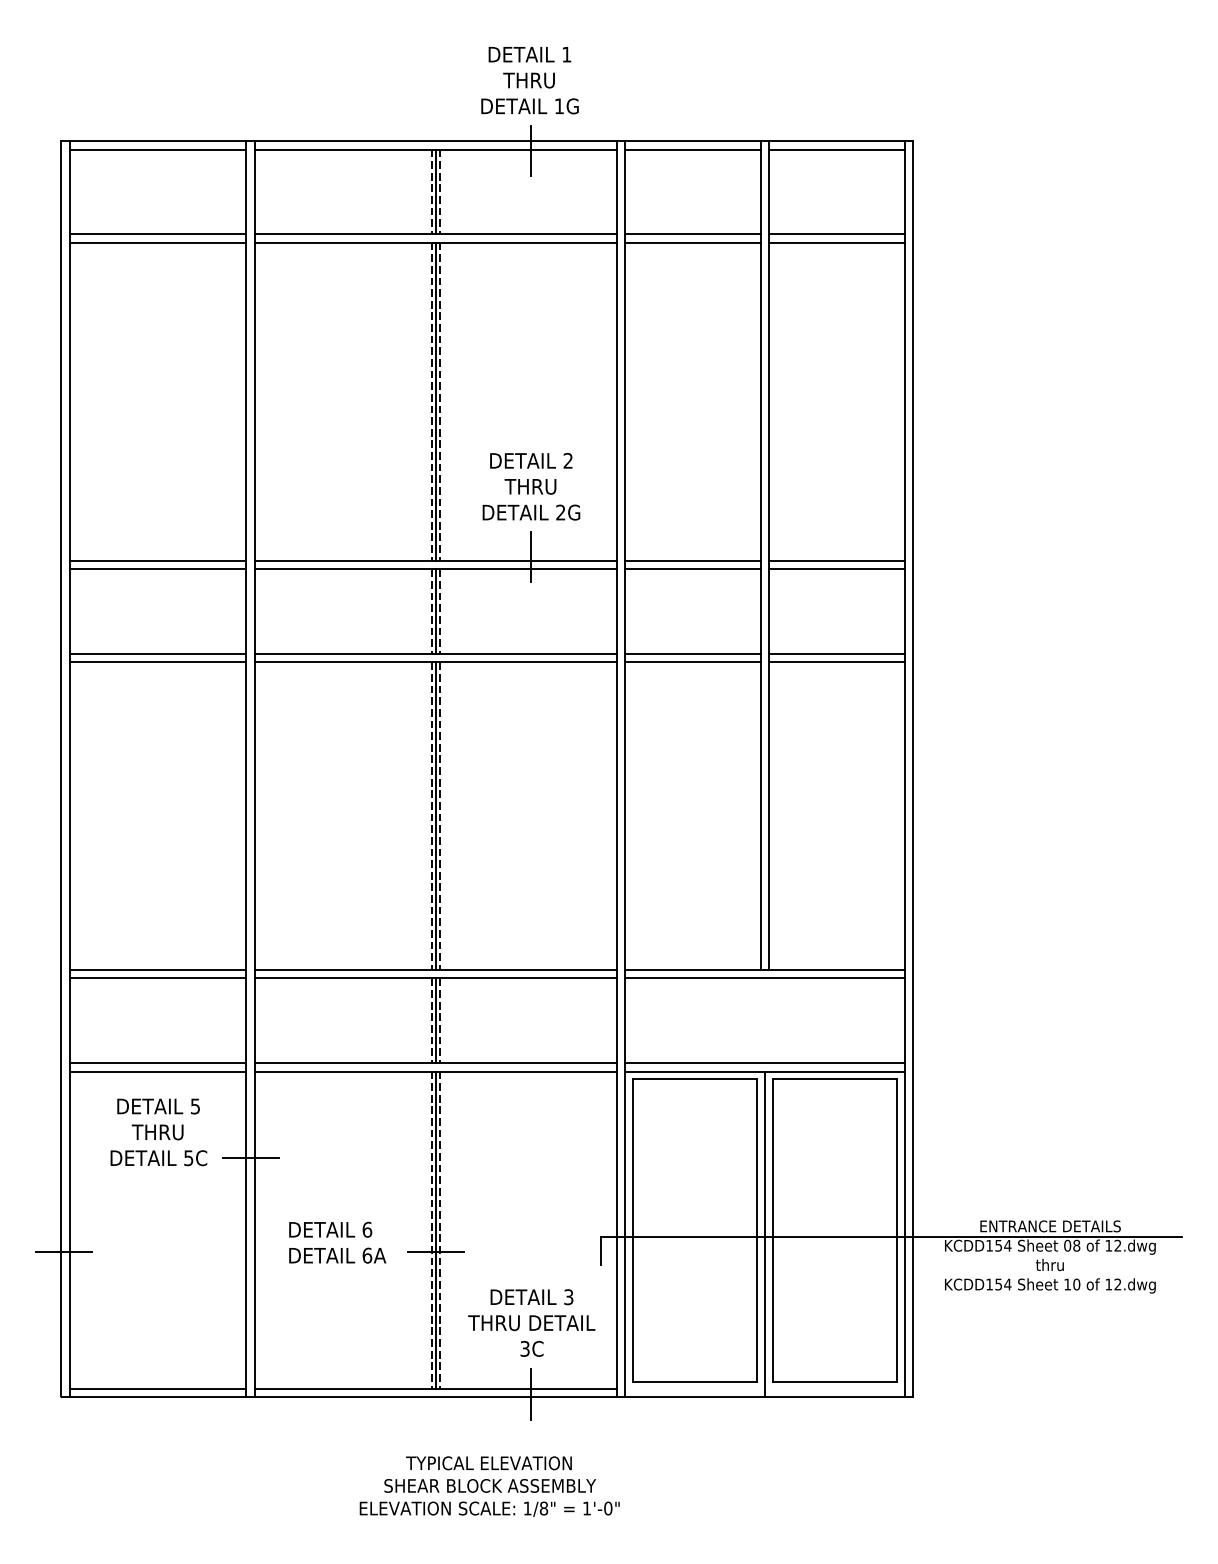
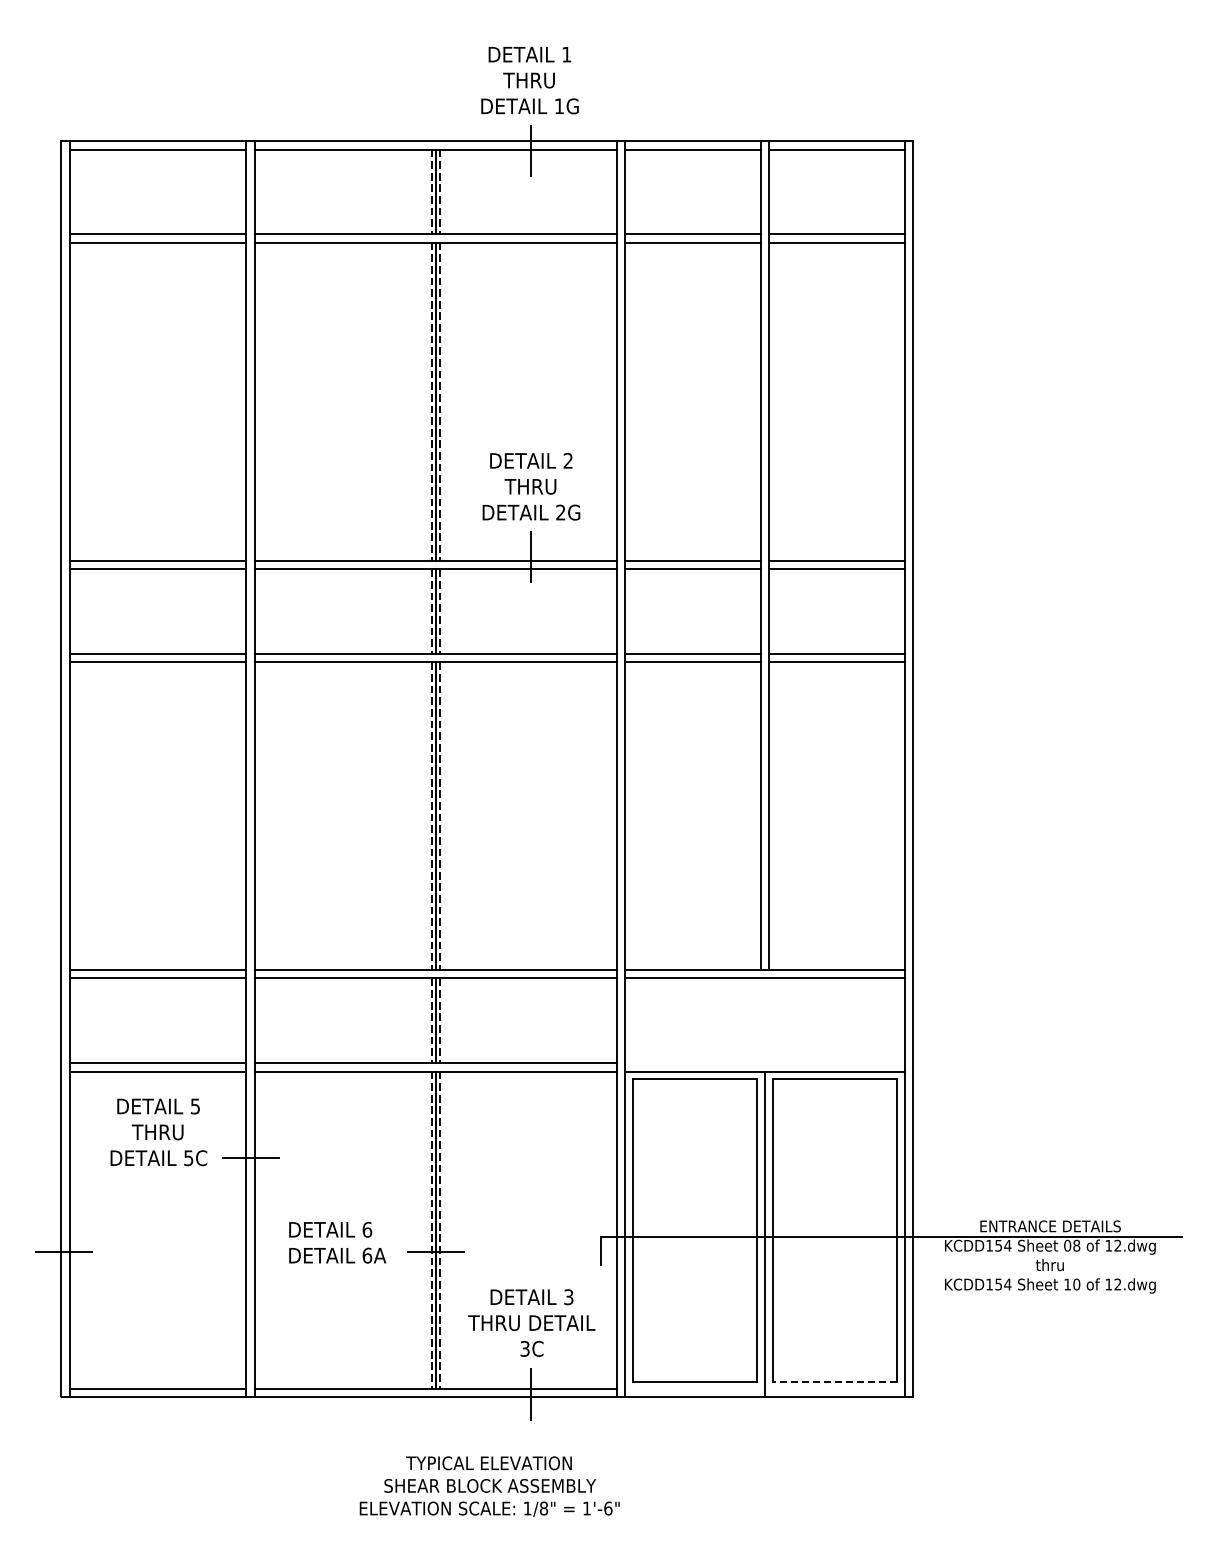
line at (764, 1062): present -> none
line at (834, 1381): solid -> dashed
text at (608, 1508): 1'-0" -> 1'-6"
